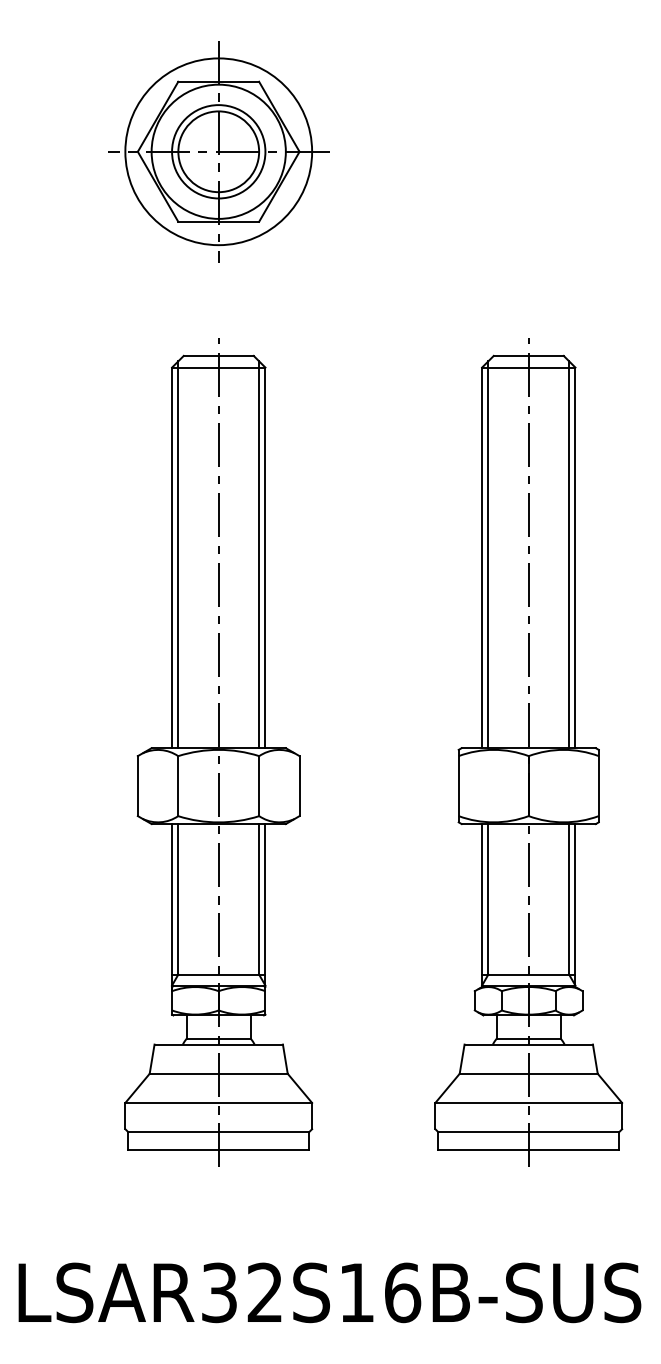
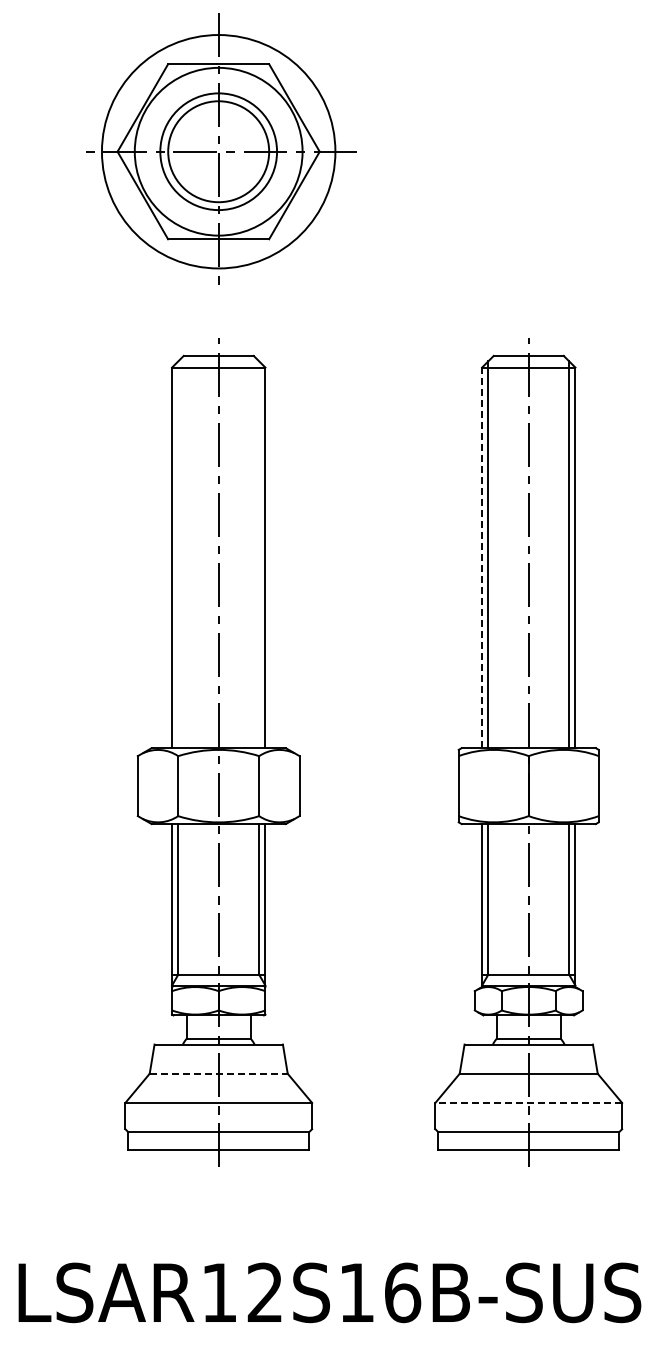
part at (218, 151) size: 222x222 px -> 271x272 px
line at (178, 554): present -> none
line at (259, 554): present -> none
line at (482, 557): solid -> dashed
line at (219, 1073): solid -> dashed
line at (528, 1102): solid -> dashed
text at (219, 1292): LSAR32S16B-SUS -> LSAR12S16B-SUS
